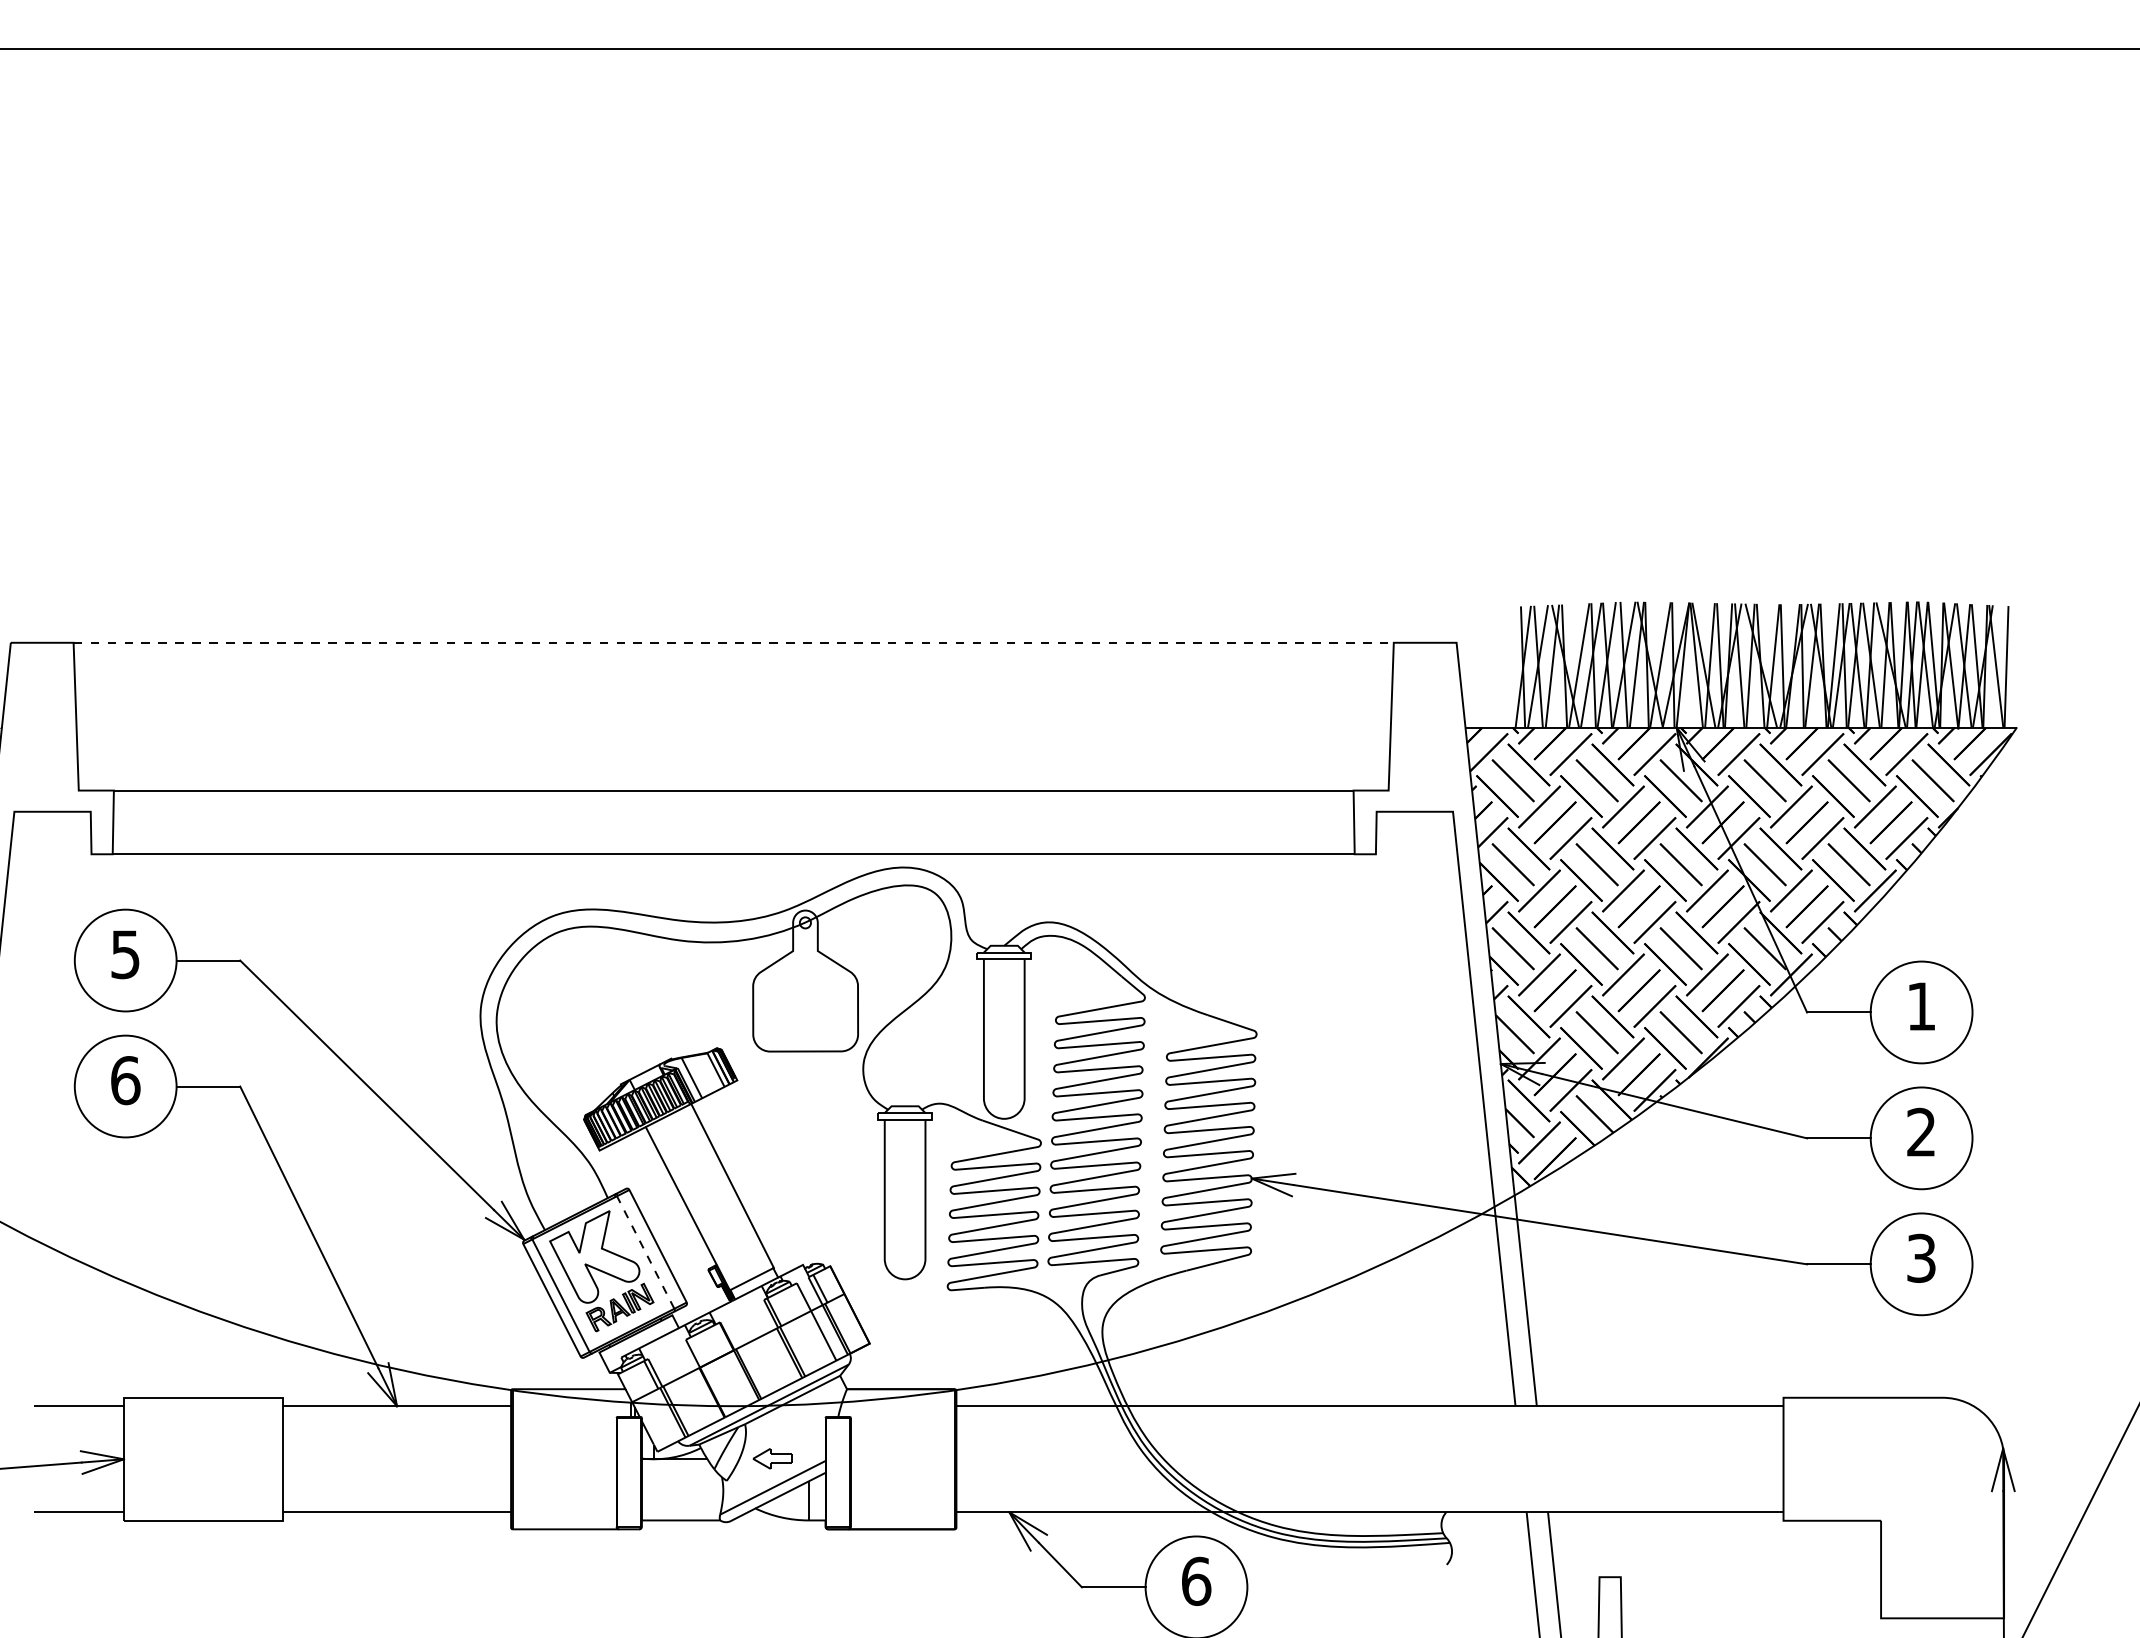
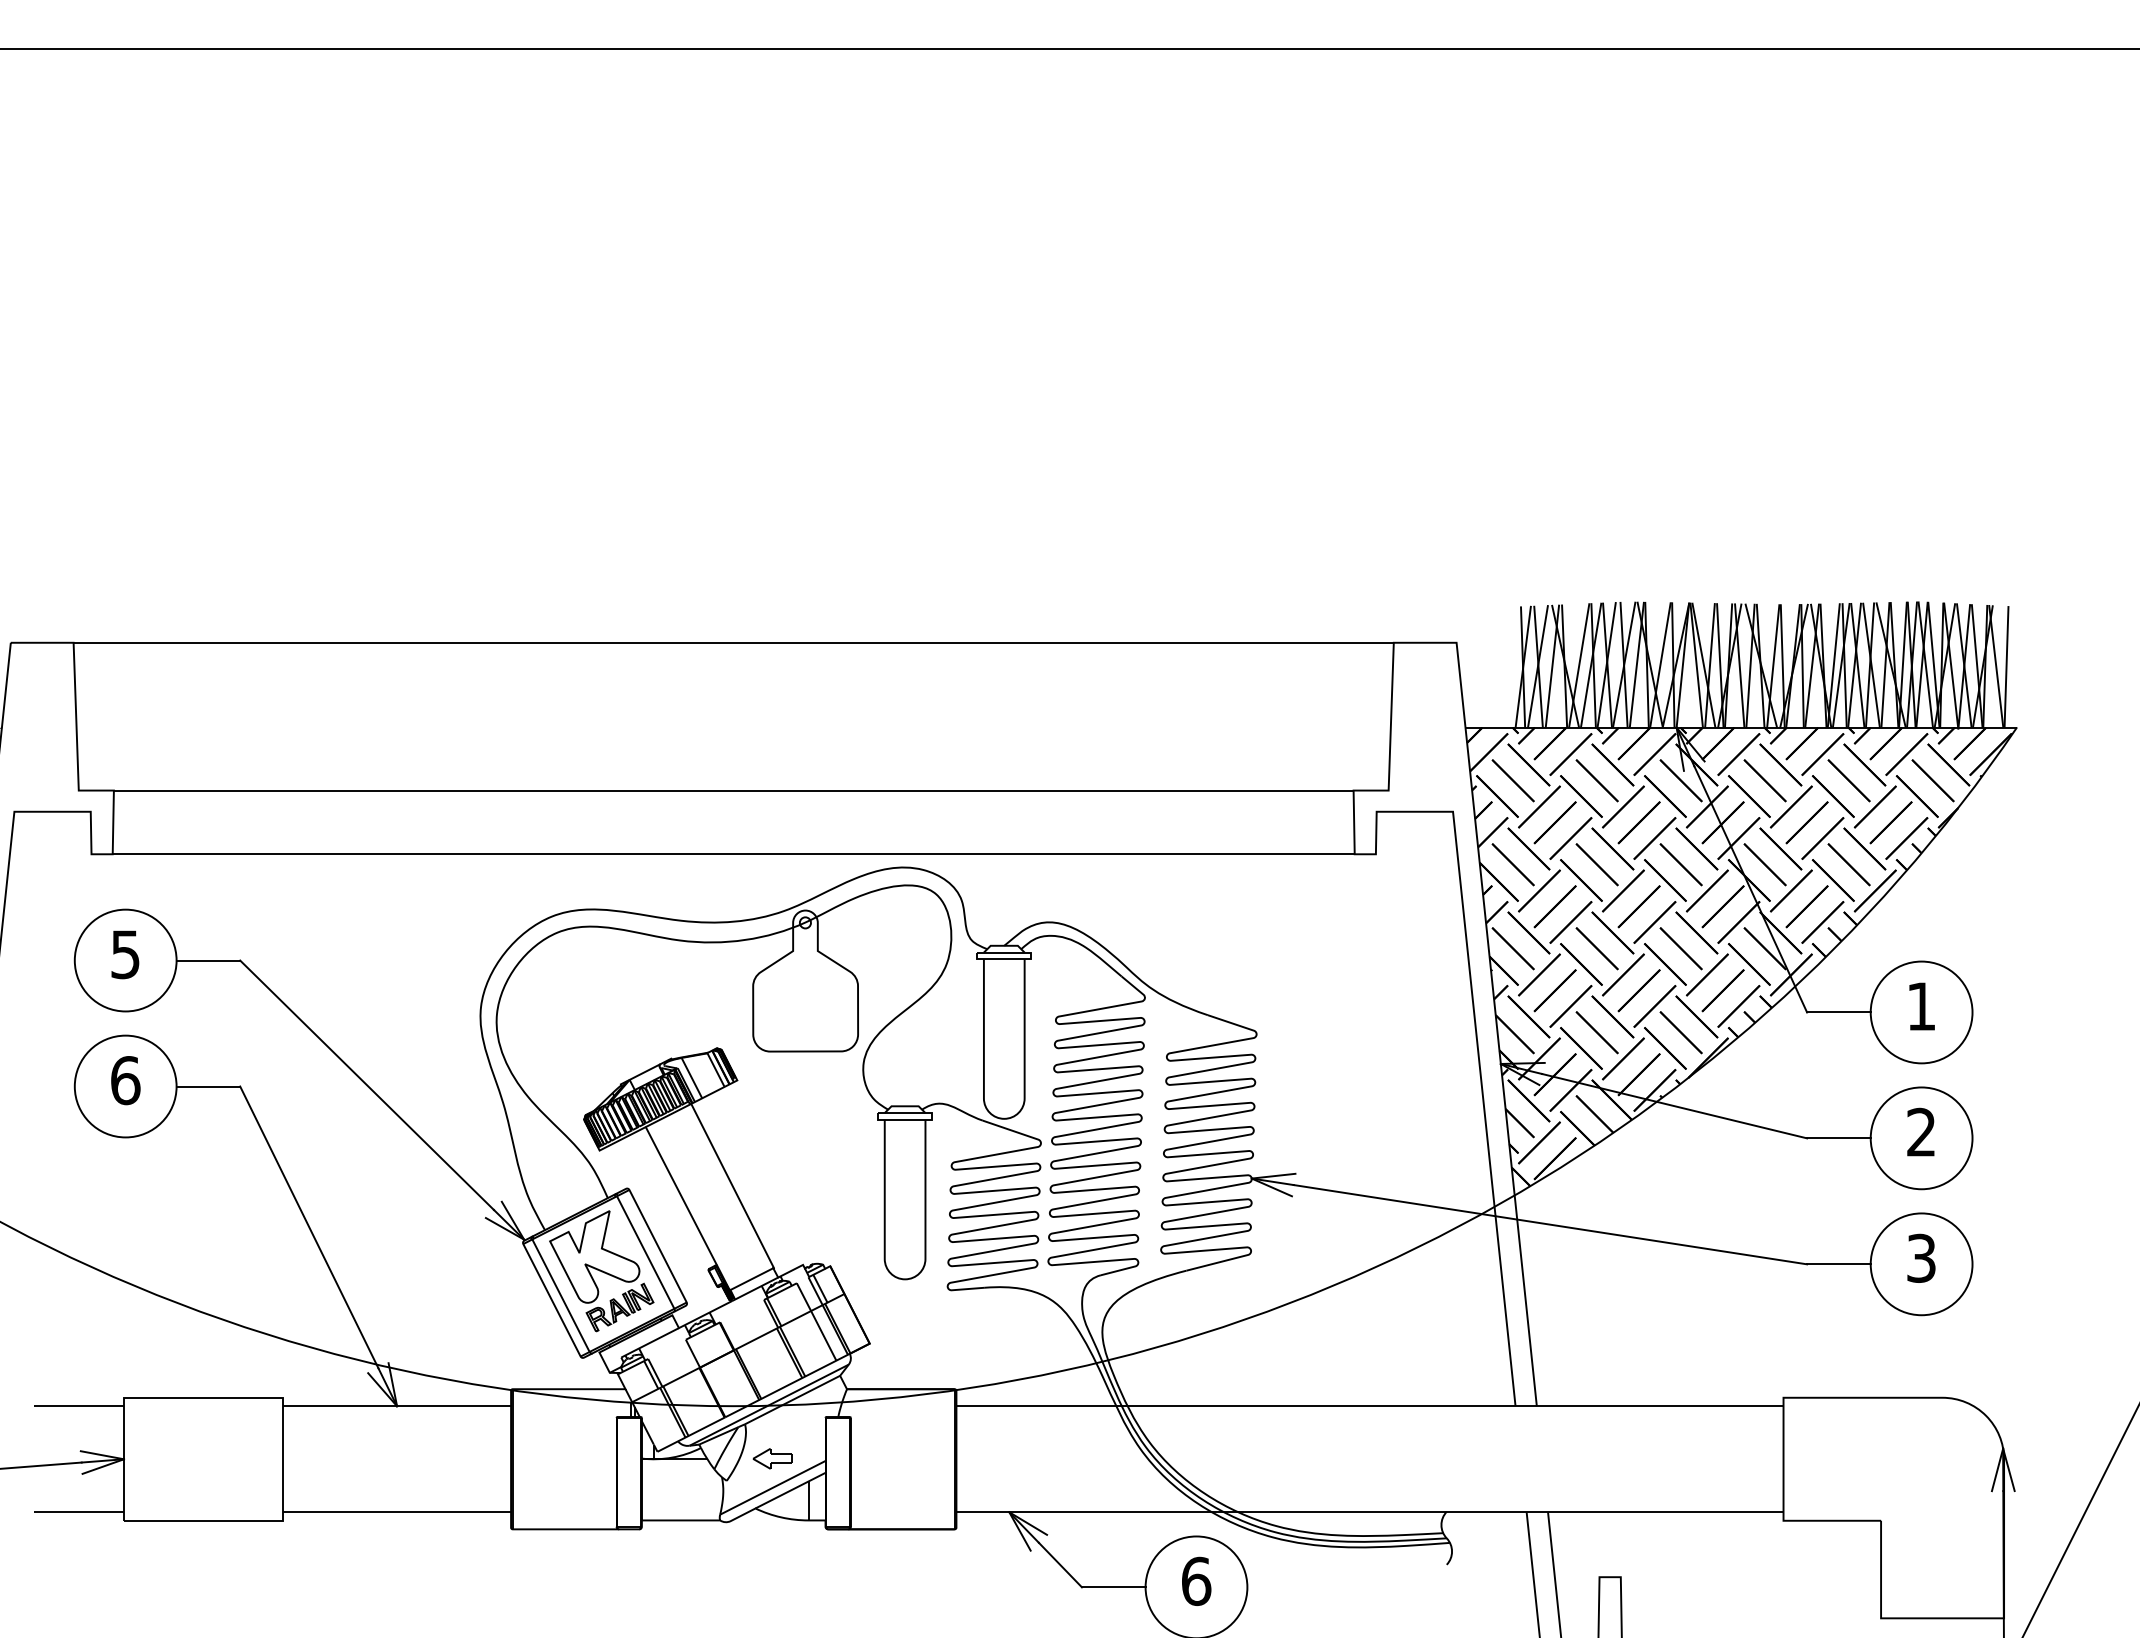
line at (734, 642): dashed -> solid
line at (645, 1252): dashed -> solid
